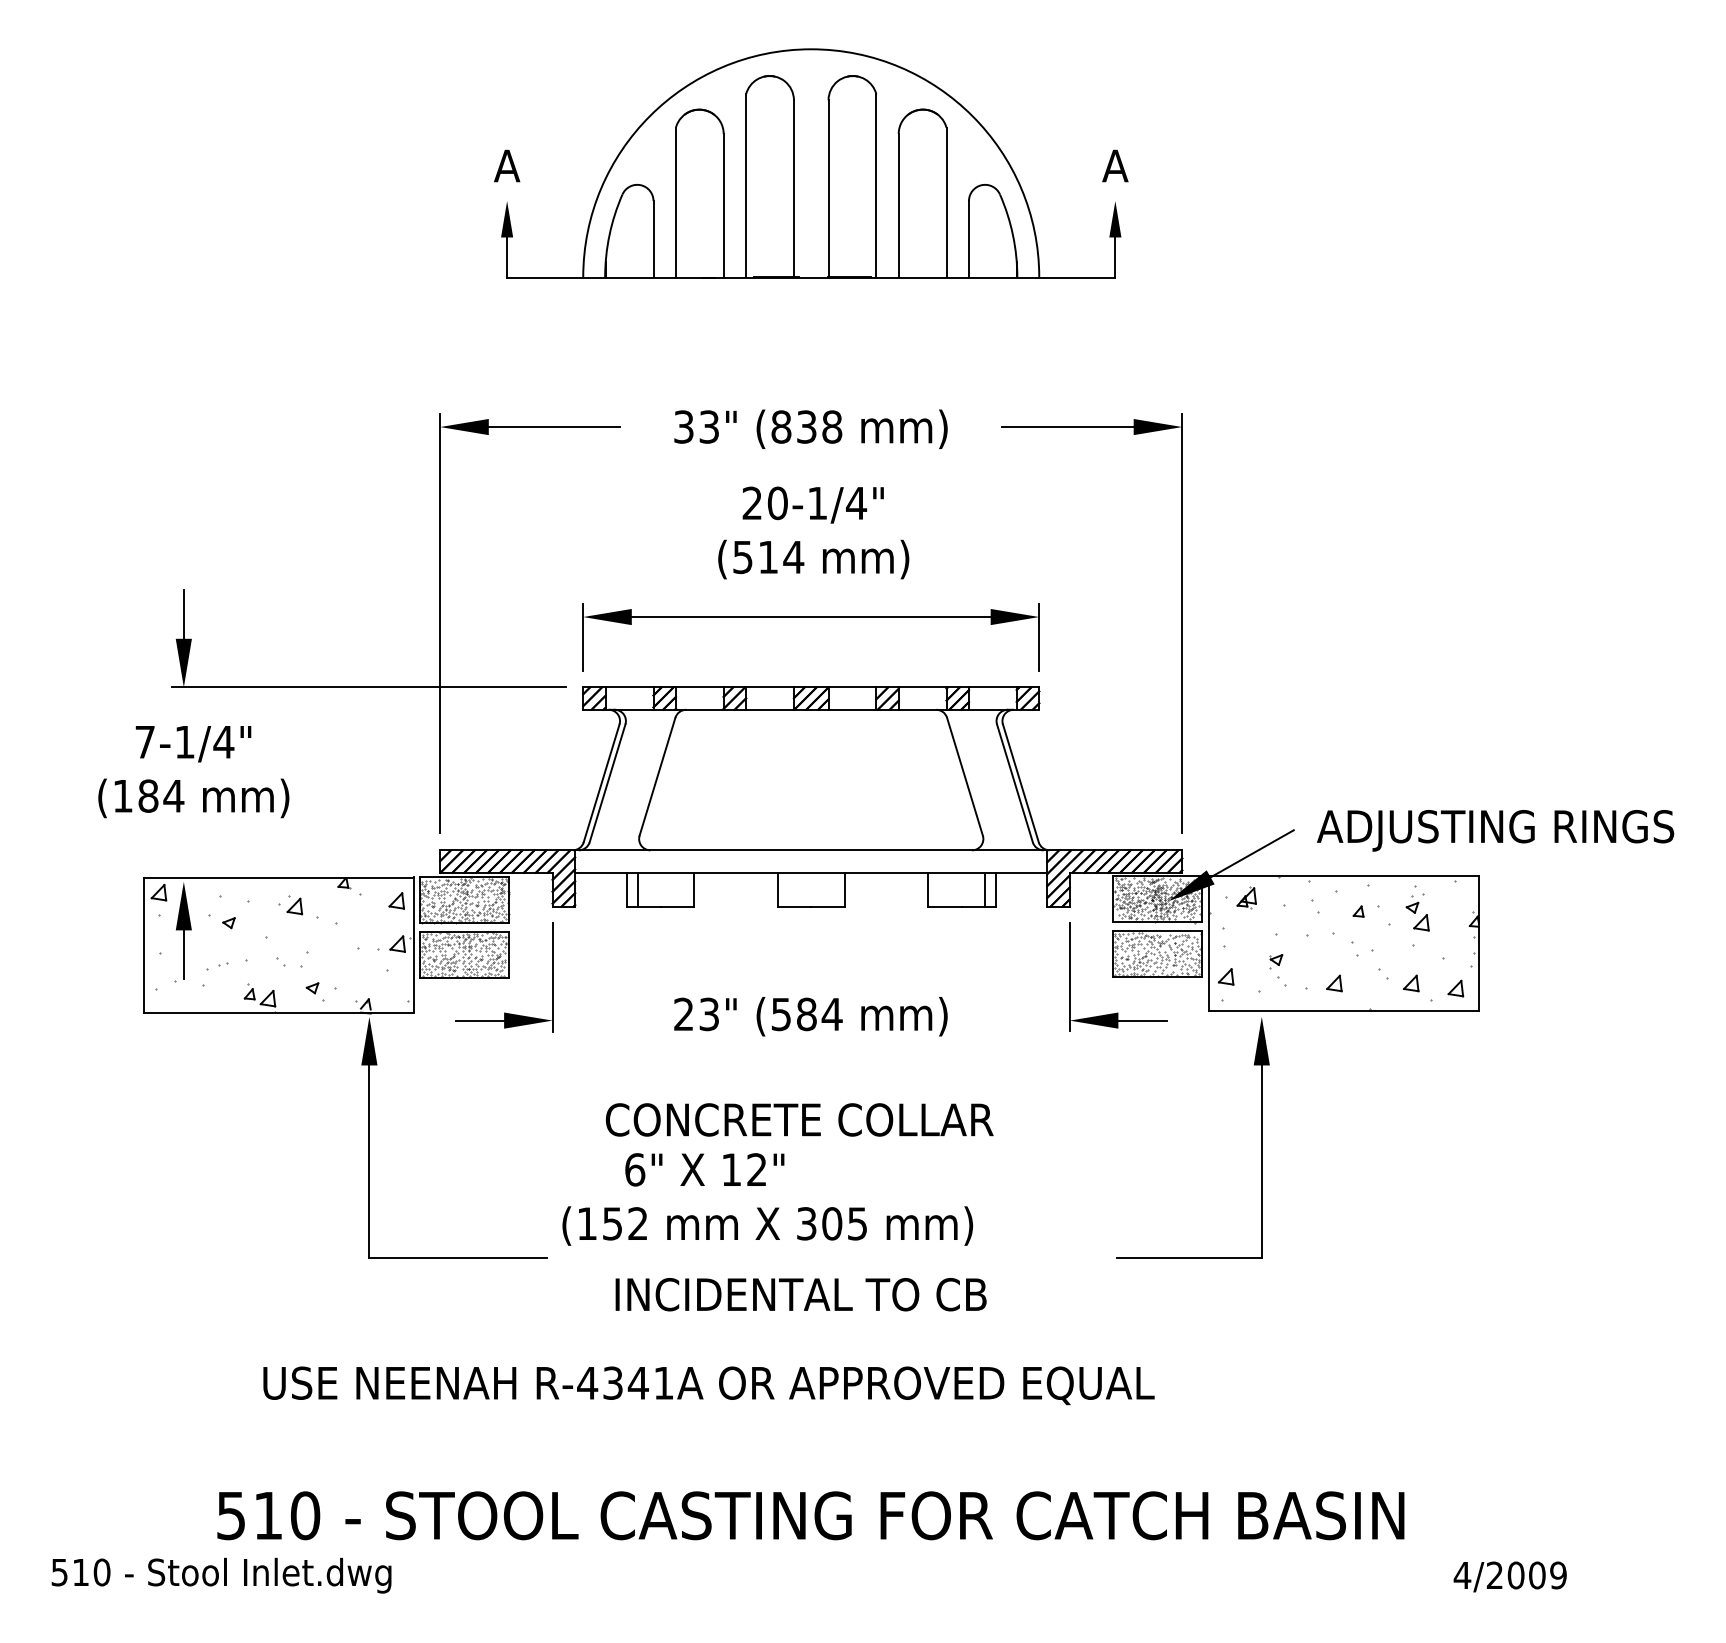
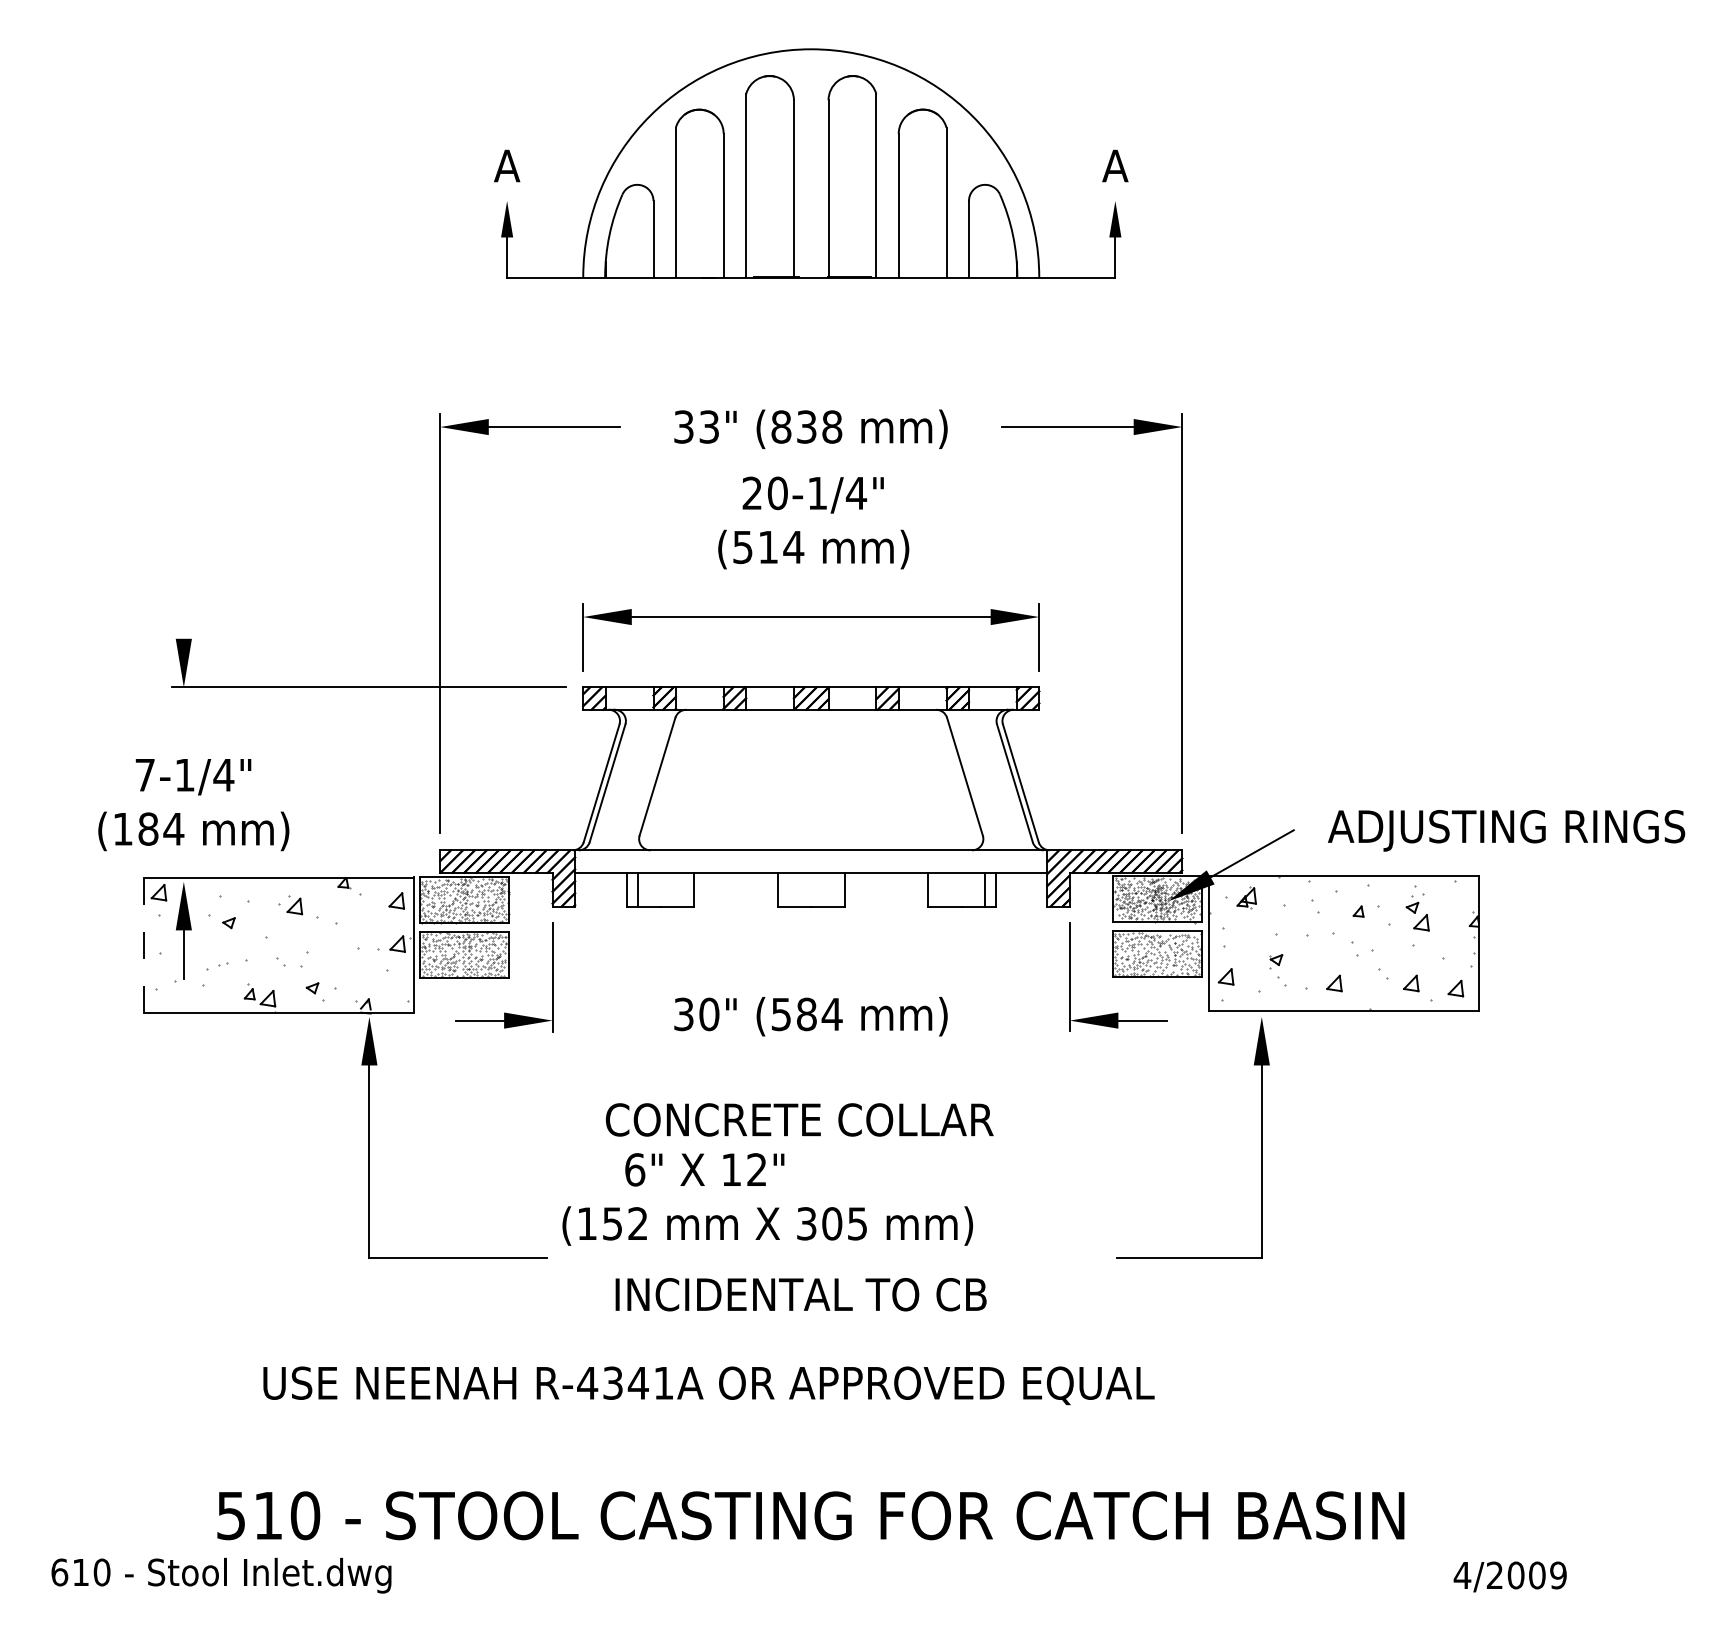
text at (813, 532) position: (813, 532) -> (813, 522)
line at (183, 614): present -> none
text at (193, 772) position: (193, 772) -> (193, 805)
text at (1495, 830) position: (1495, 830) -> (1506, 830)
line at (143, 945): solid -> dashed
text at (696, 1014): 23" -> 30"
text at (59, 1572): 510 -> 610
